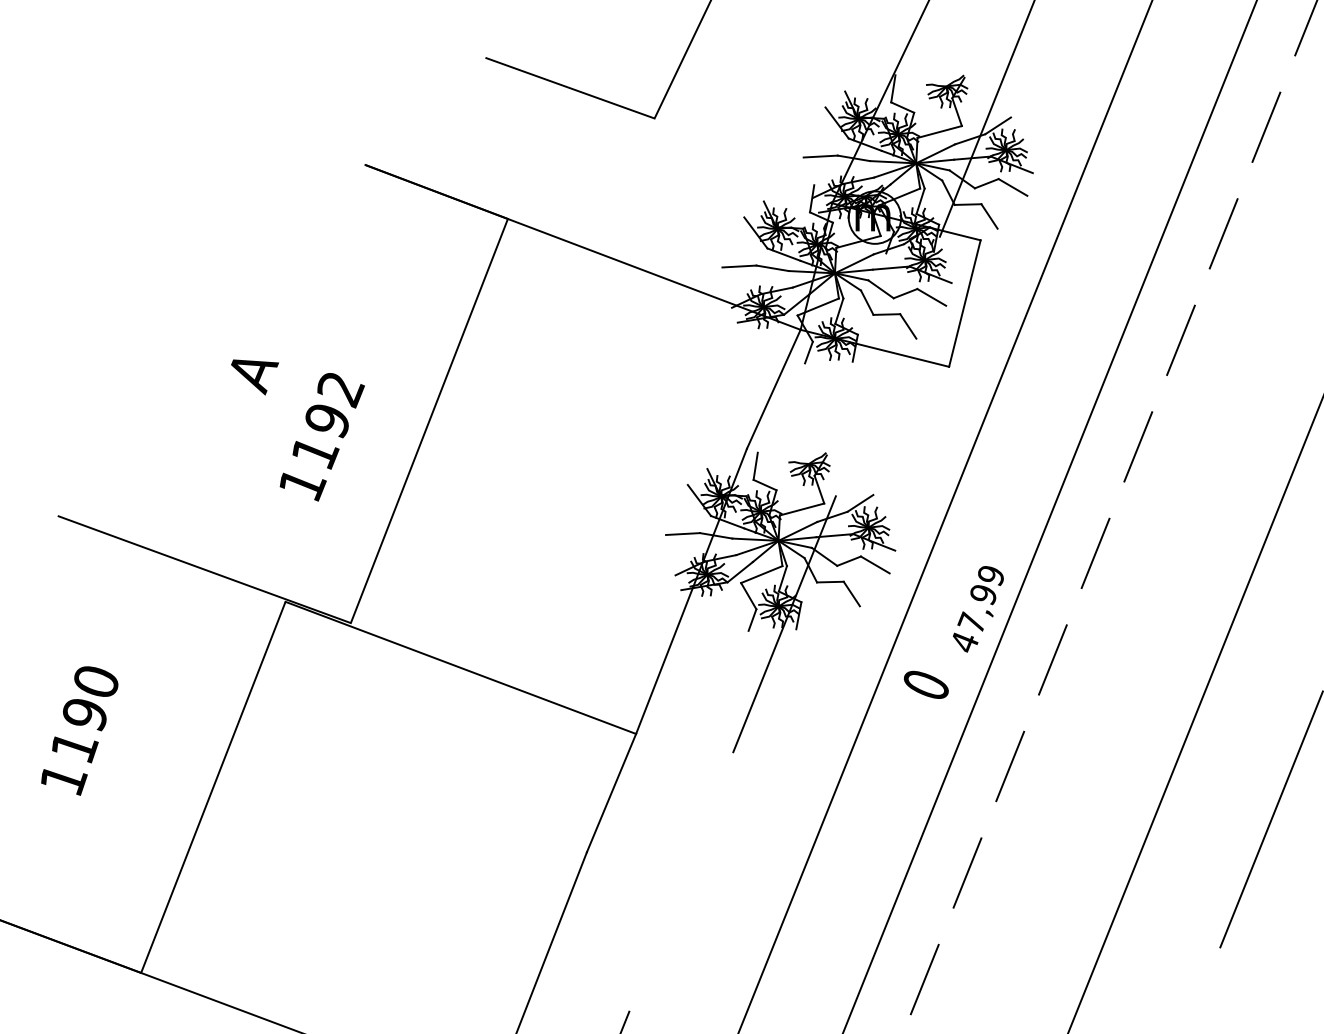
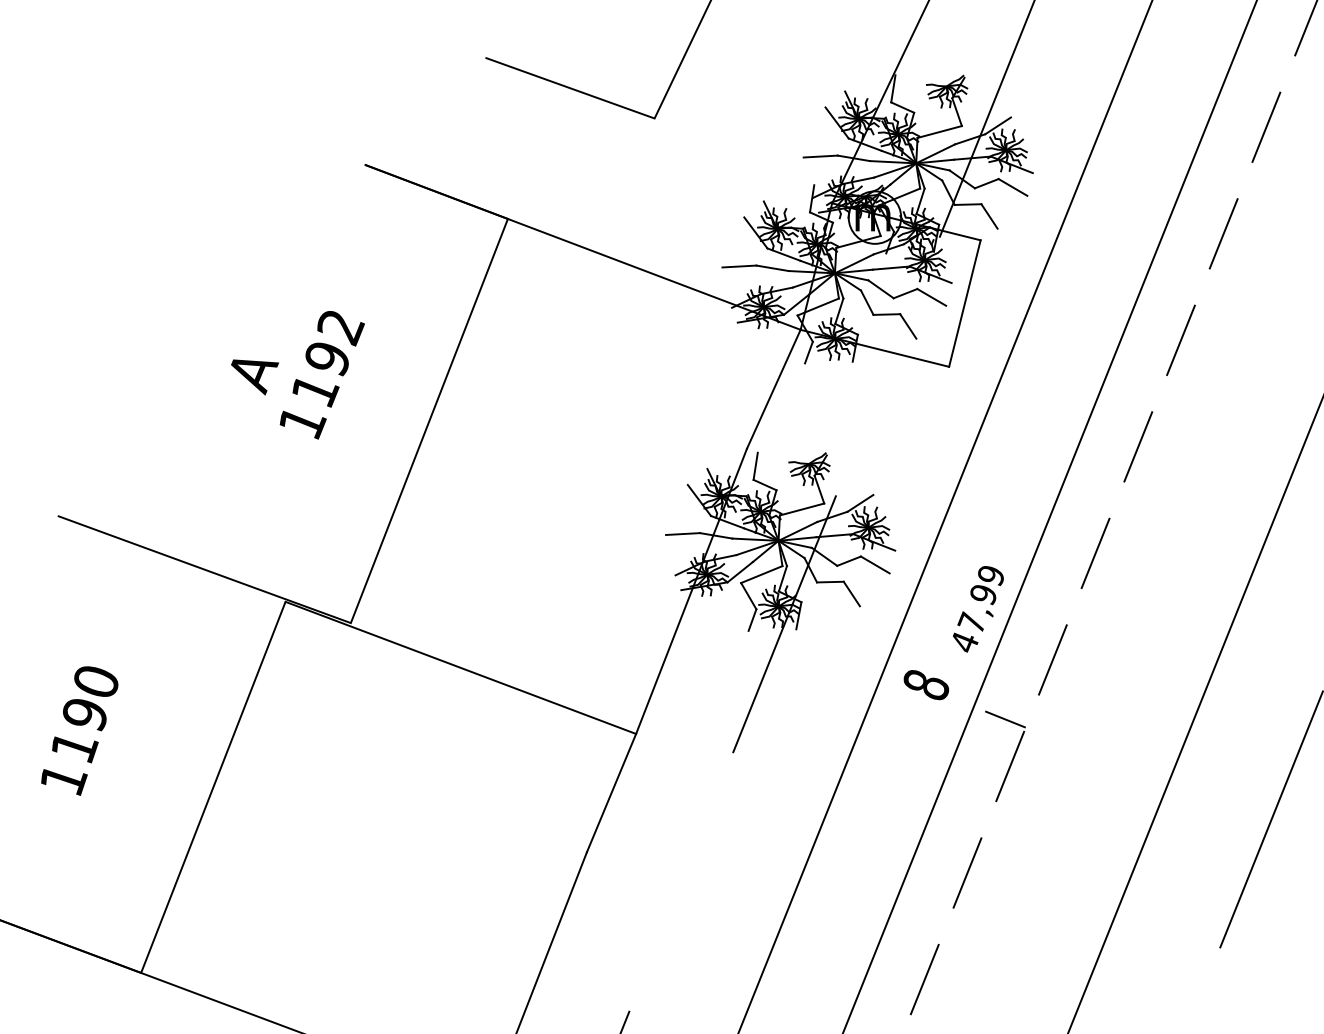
text at (321, 437) position: (321, 437) -> (321, 375)
text at (926, 685): 0 -> 8
line at (1005, 719): none -> present
